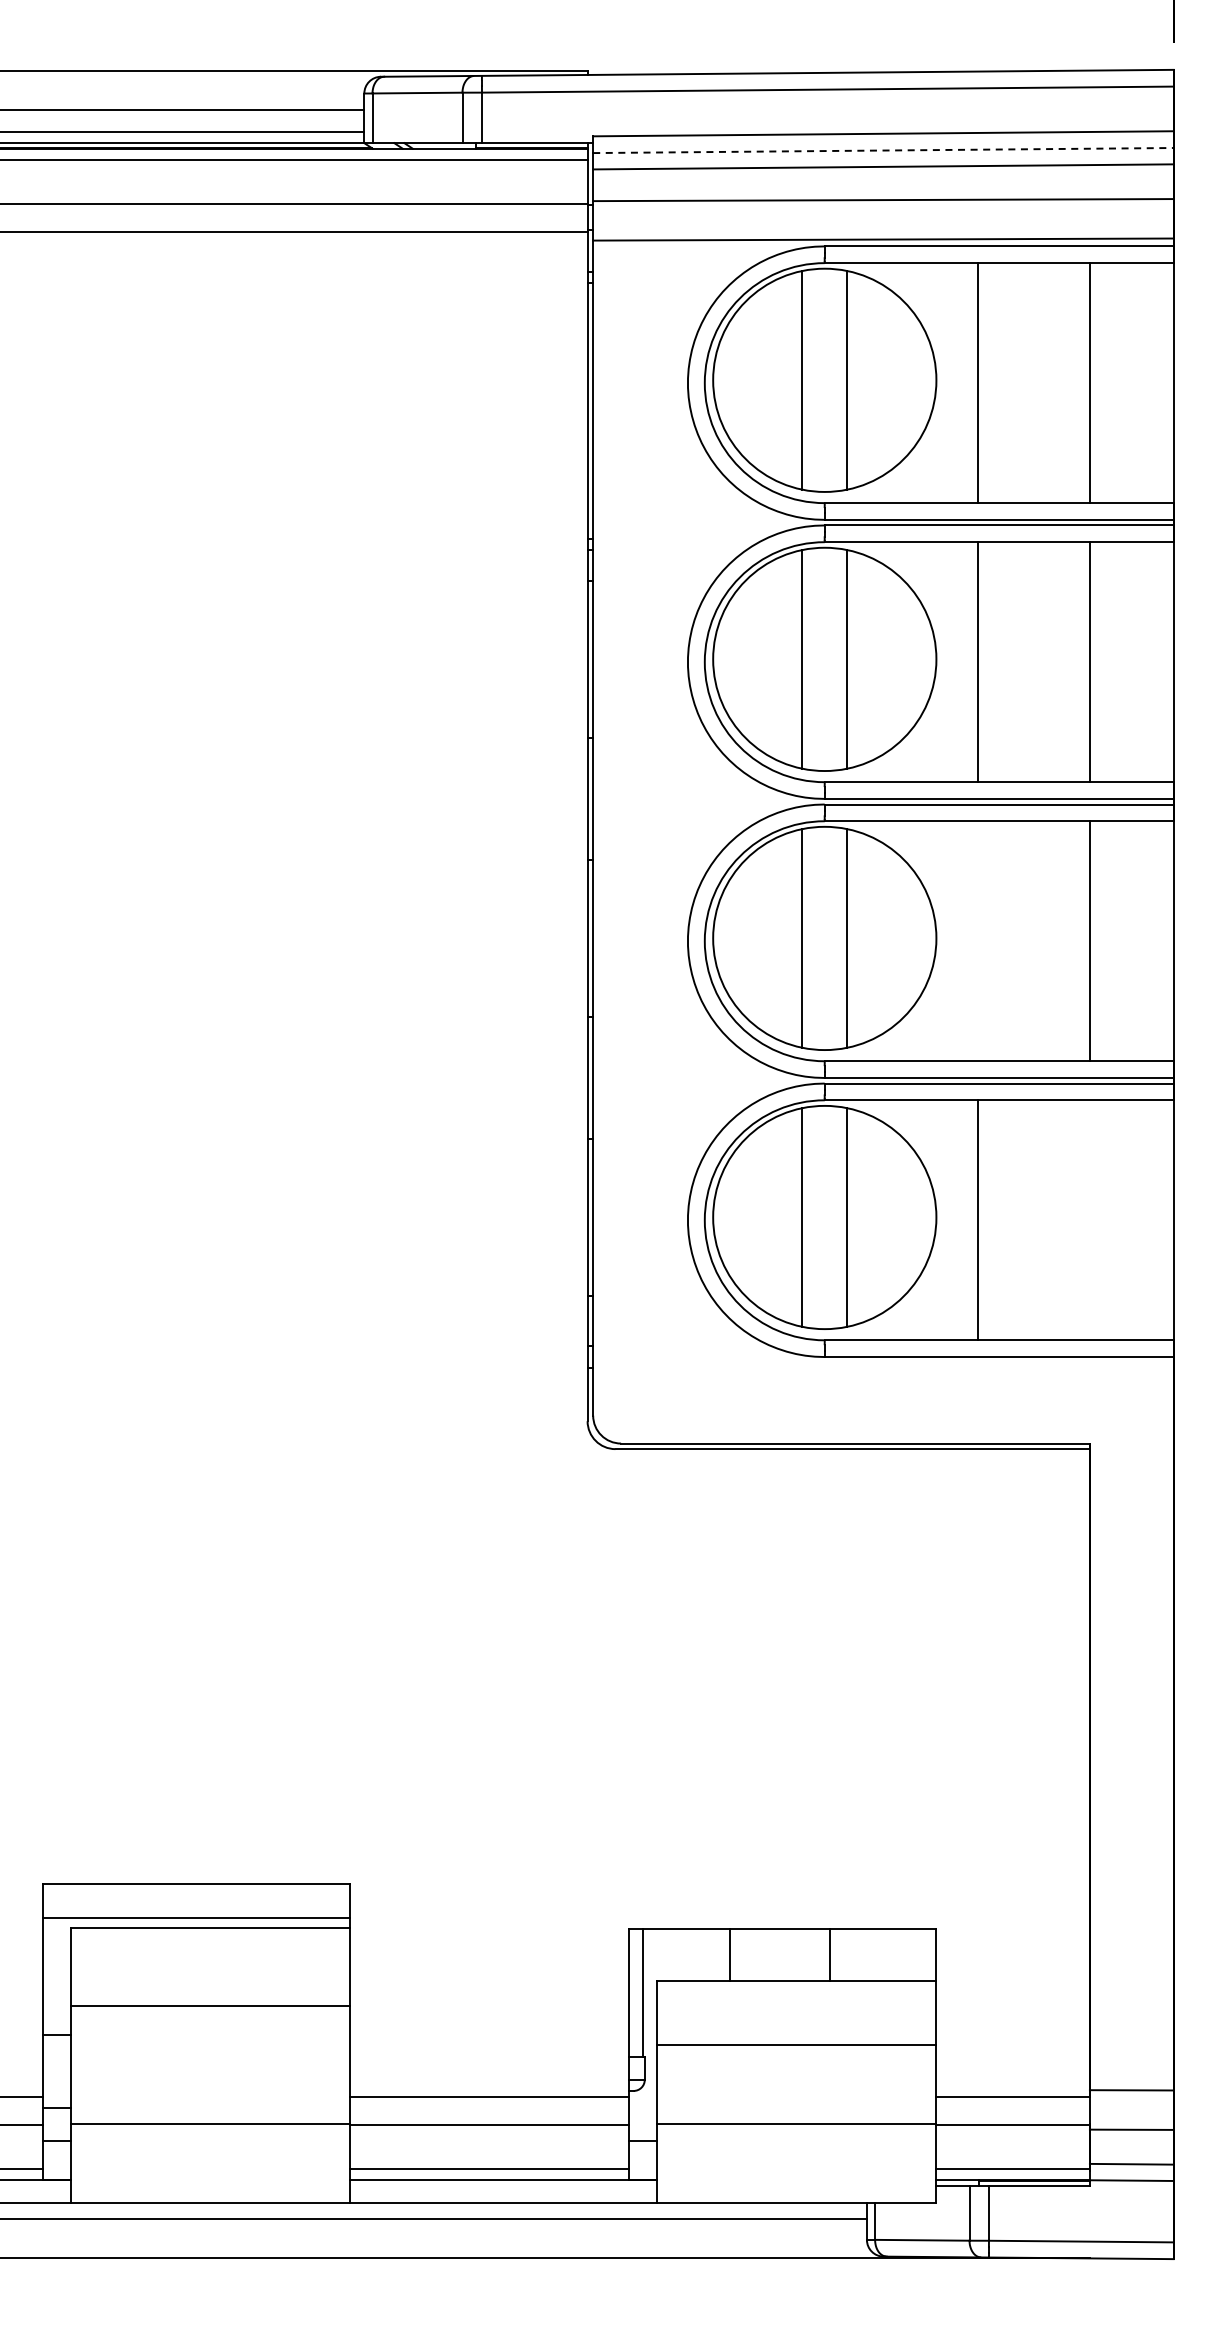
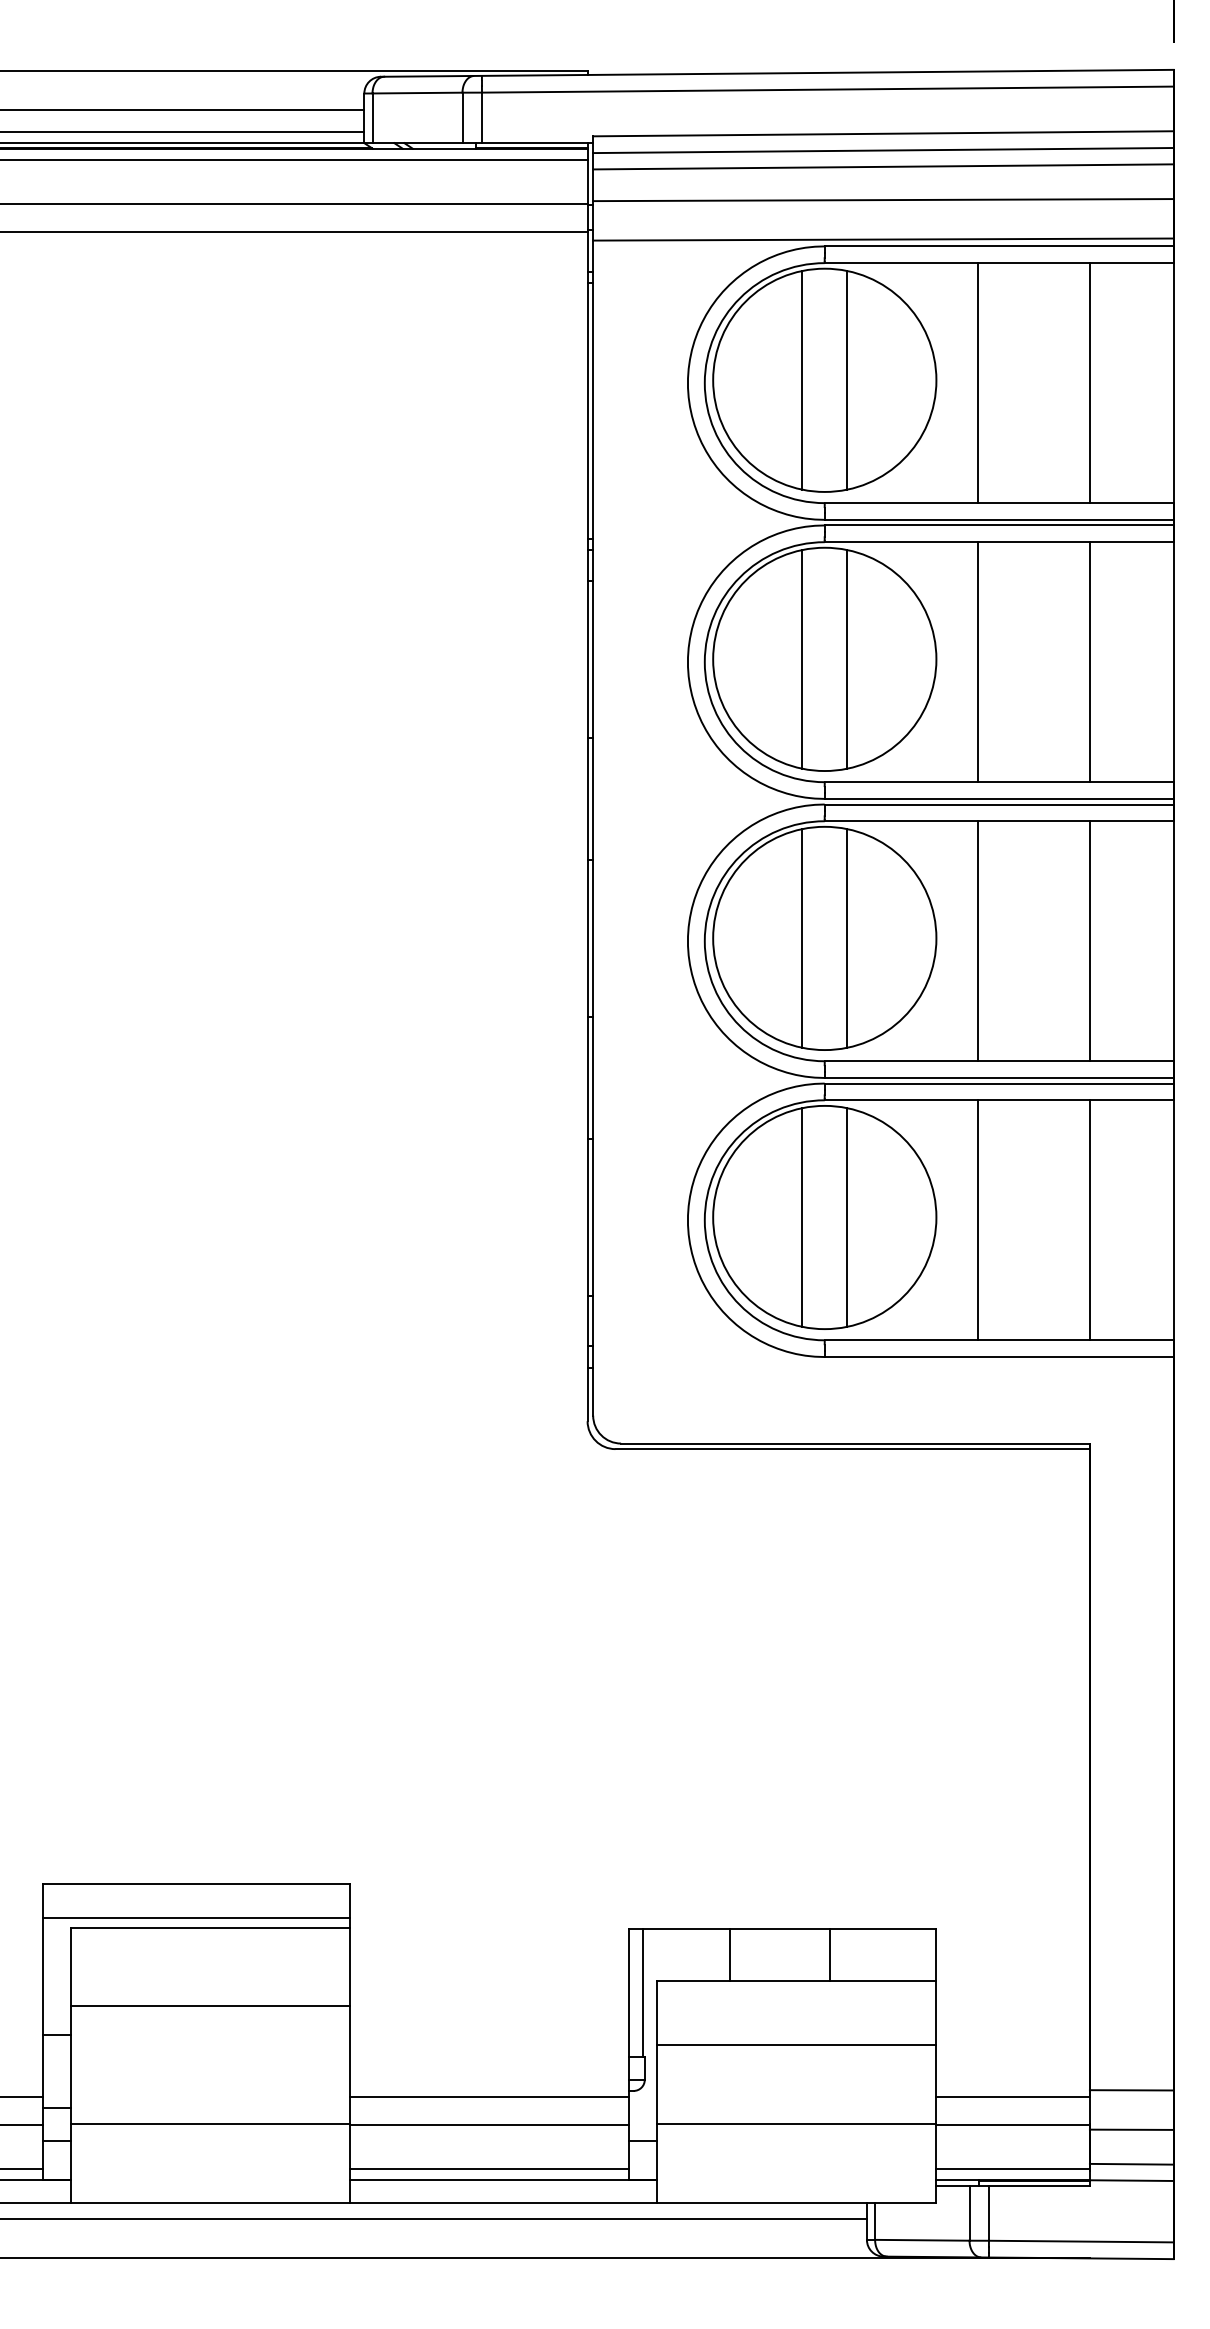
line at (883, 150): dashed -> solid
line at (978, 941): none -> present
line at (1089, 1220): none -> present
